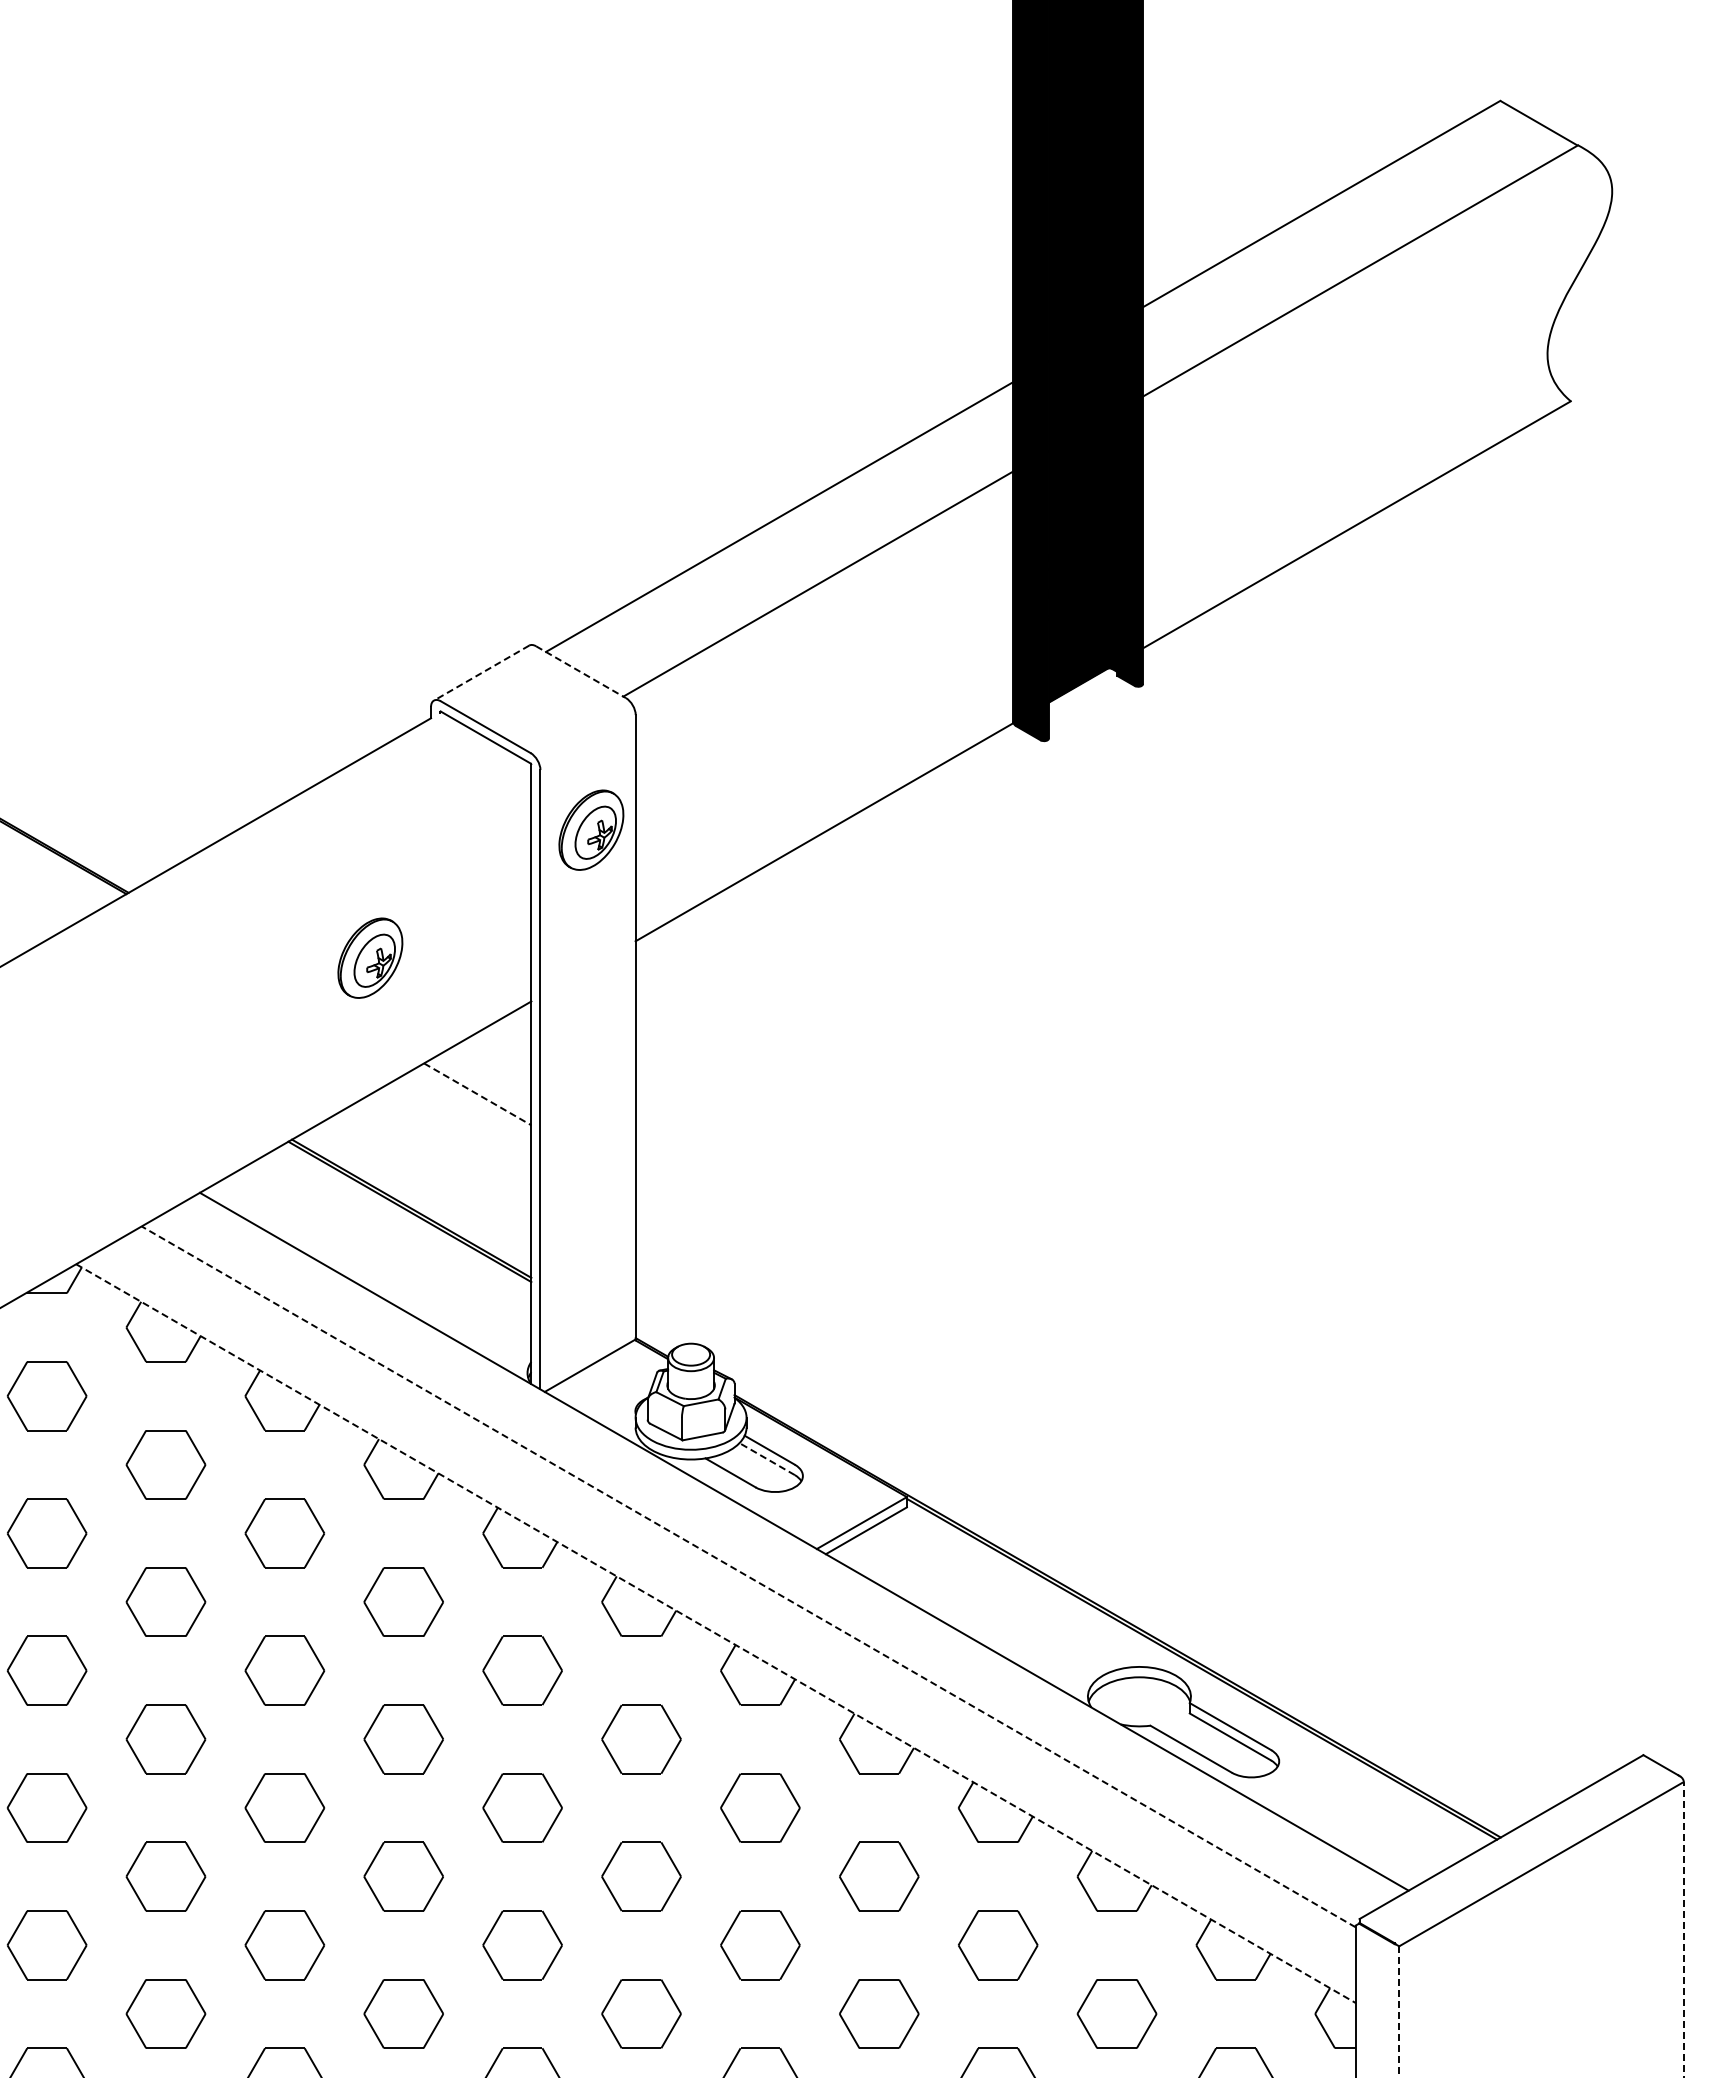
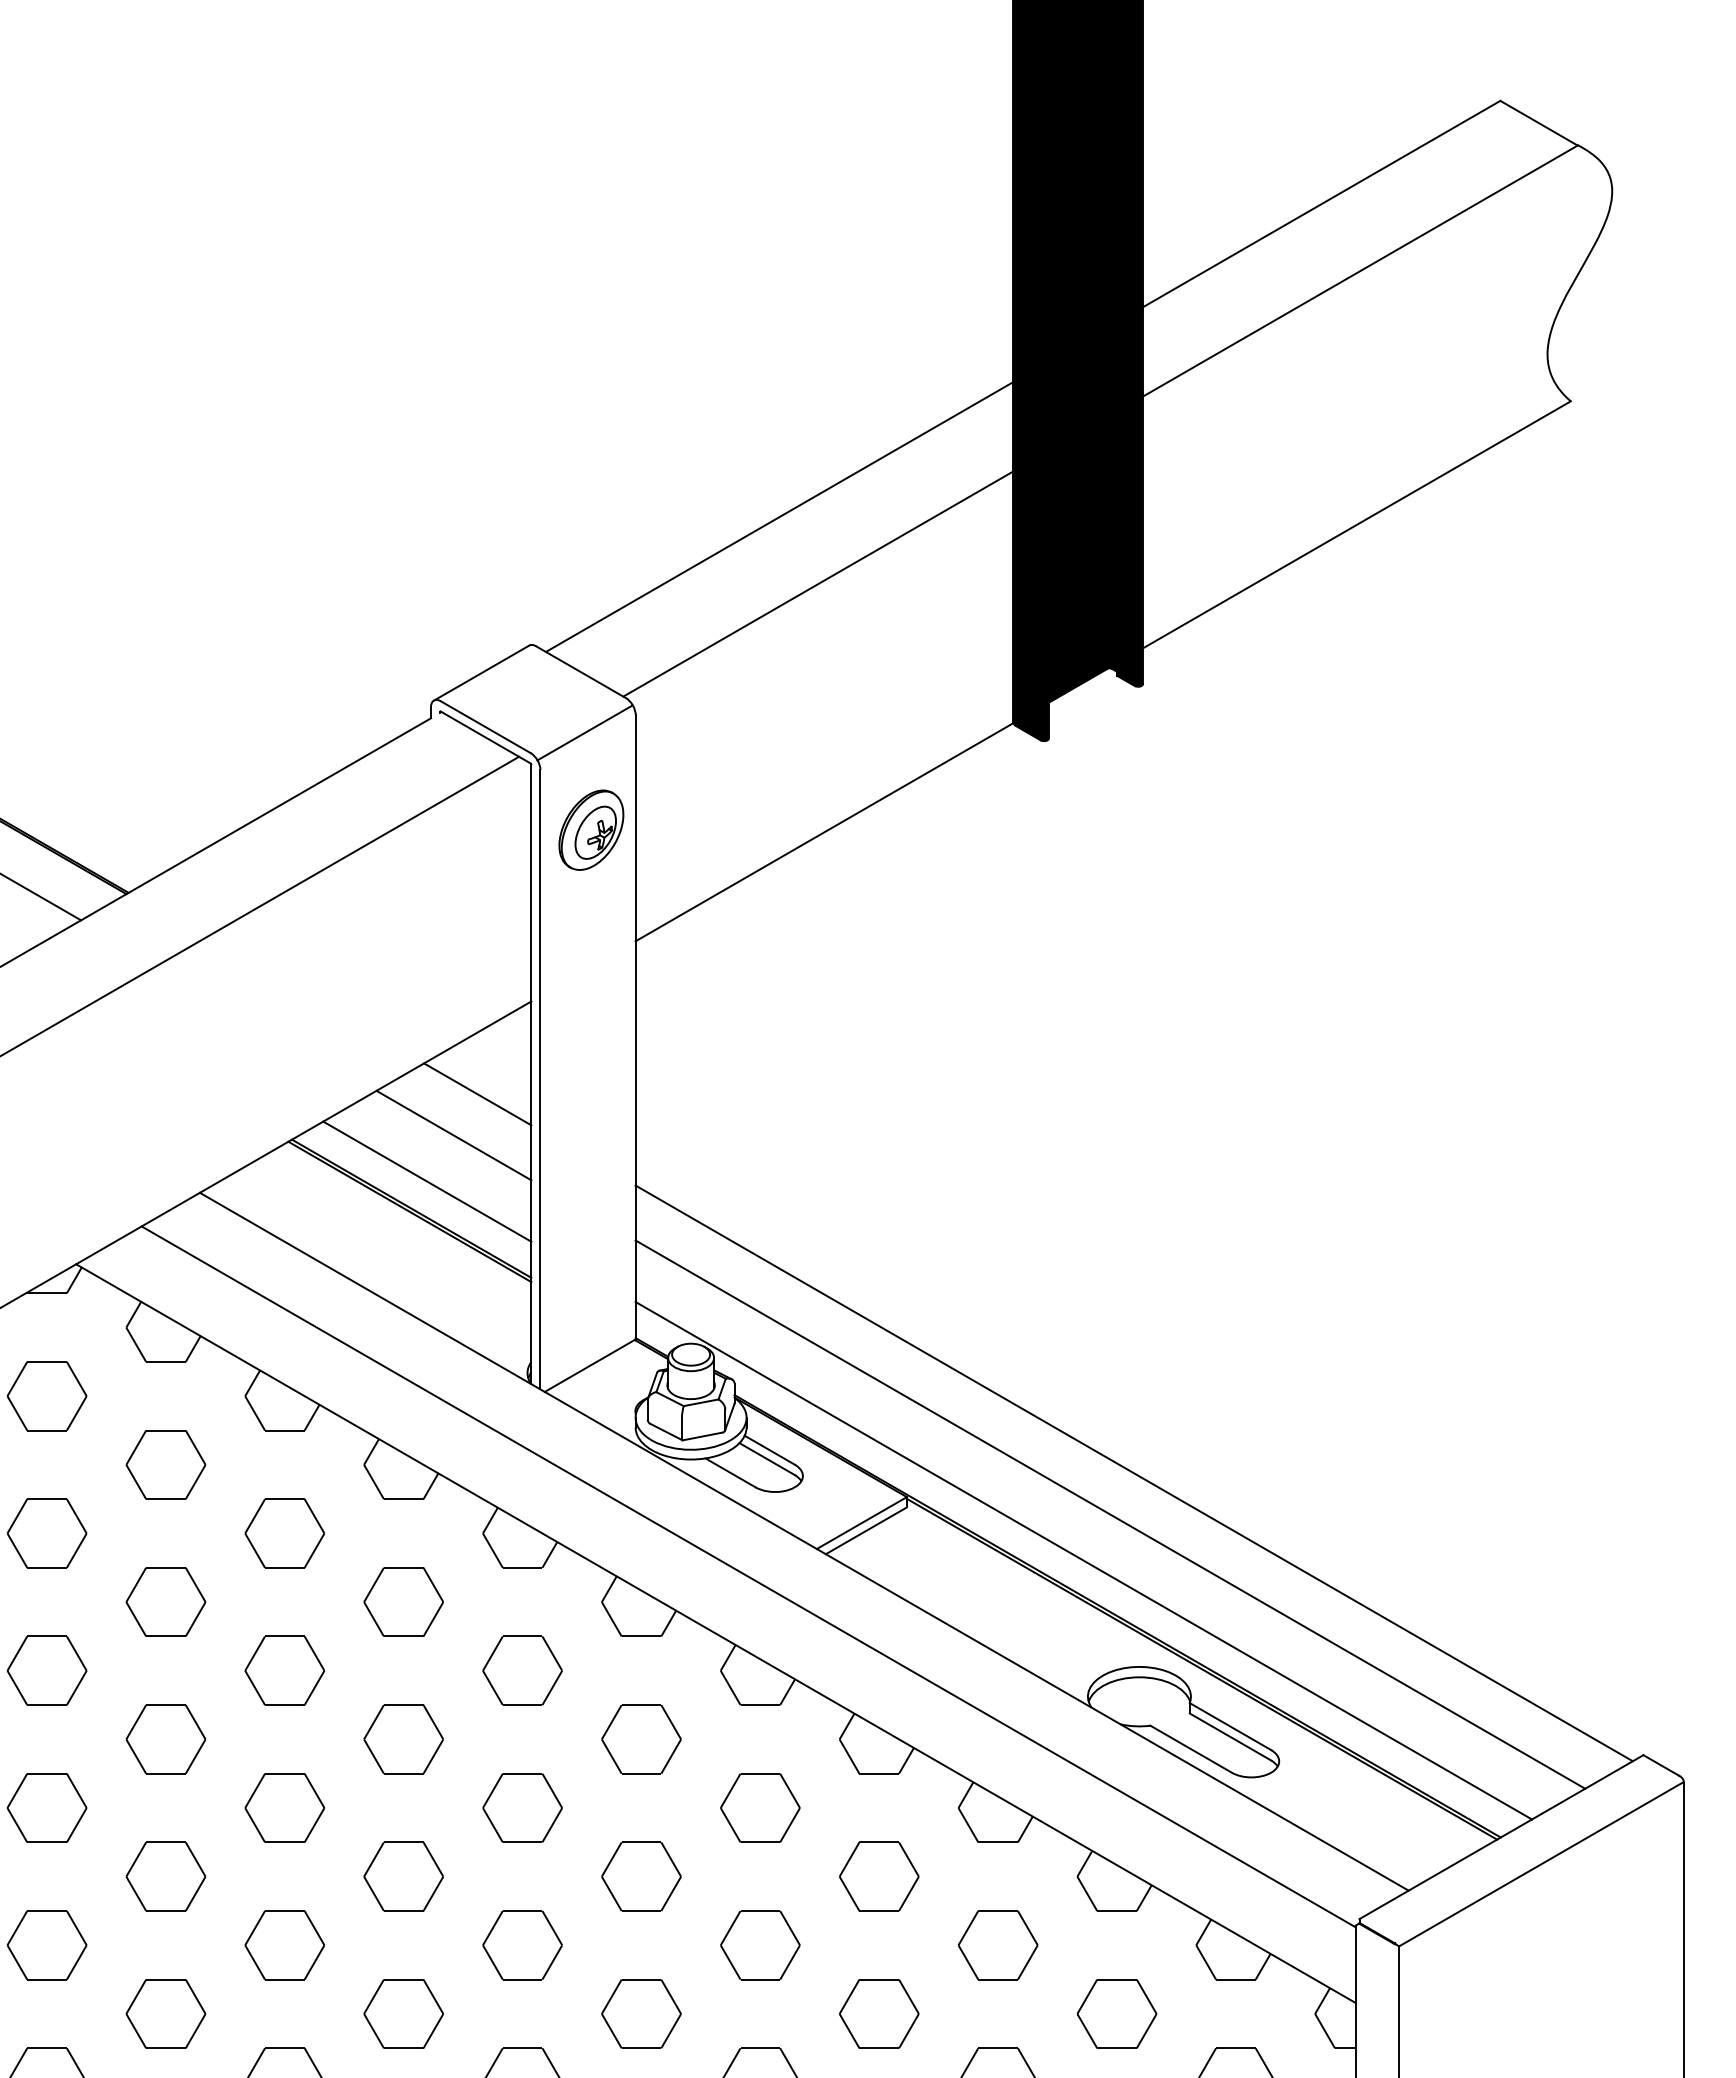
line at (581, 672): dashed -> solid
line at (481, 673): dashed -> solid
line at (584, 732): none -> present
line at (41, 897): none -> present
line at (260, 905): none -> present
part at (370, 957): present -> none
line at (477, 1094): dashed -> solid
line at (453, 1135): none -> present
line at (427, 1181): none -> present
line at (767, 1459): dashed -> solid
line at (1133, 1473): none -> present
line at (1110, 1514): none -> present
line at (1083, 1560): none -> present
line at (748, 1576): dashed -> solid
line at (715, 1633): dashed -> solid
line at (1683, 1930): dashed -> solid
line at (1399, 2012): dashed -> solid
